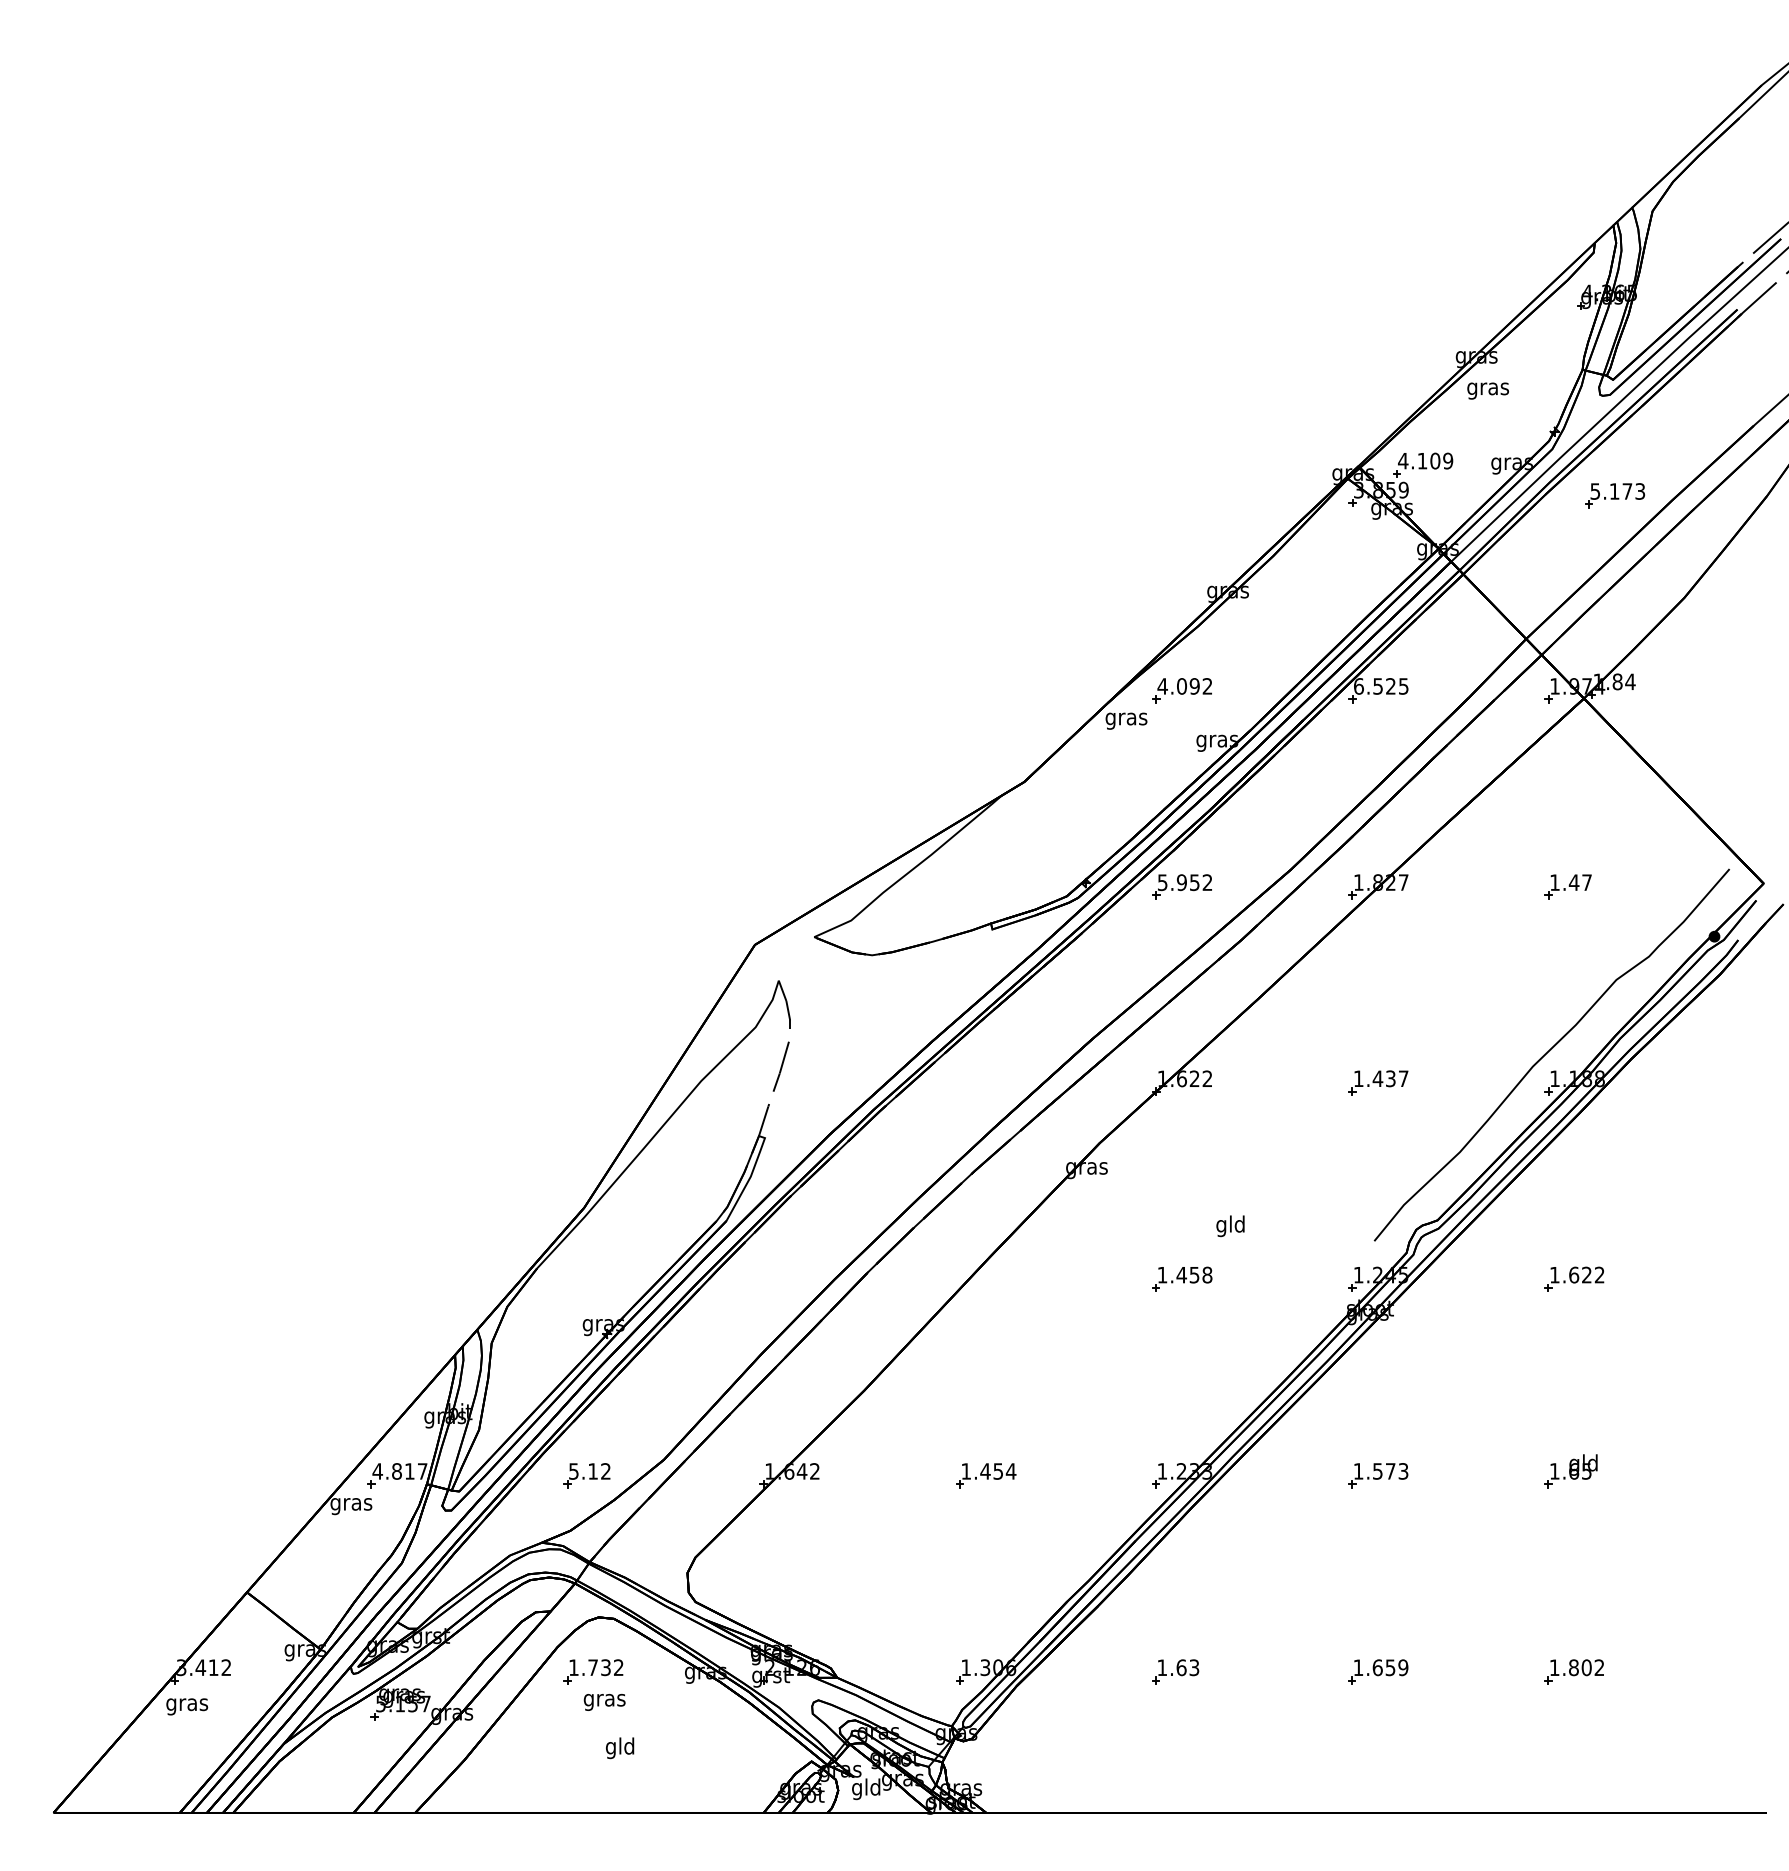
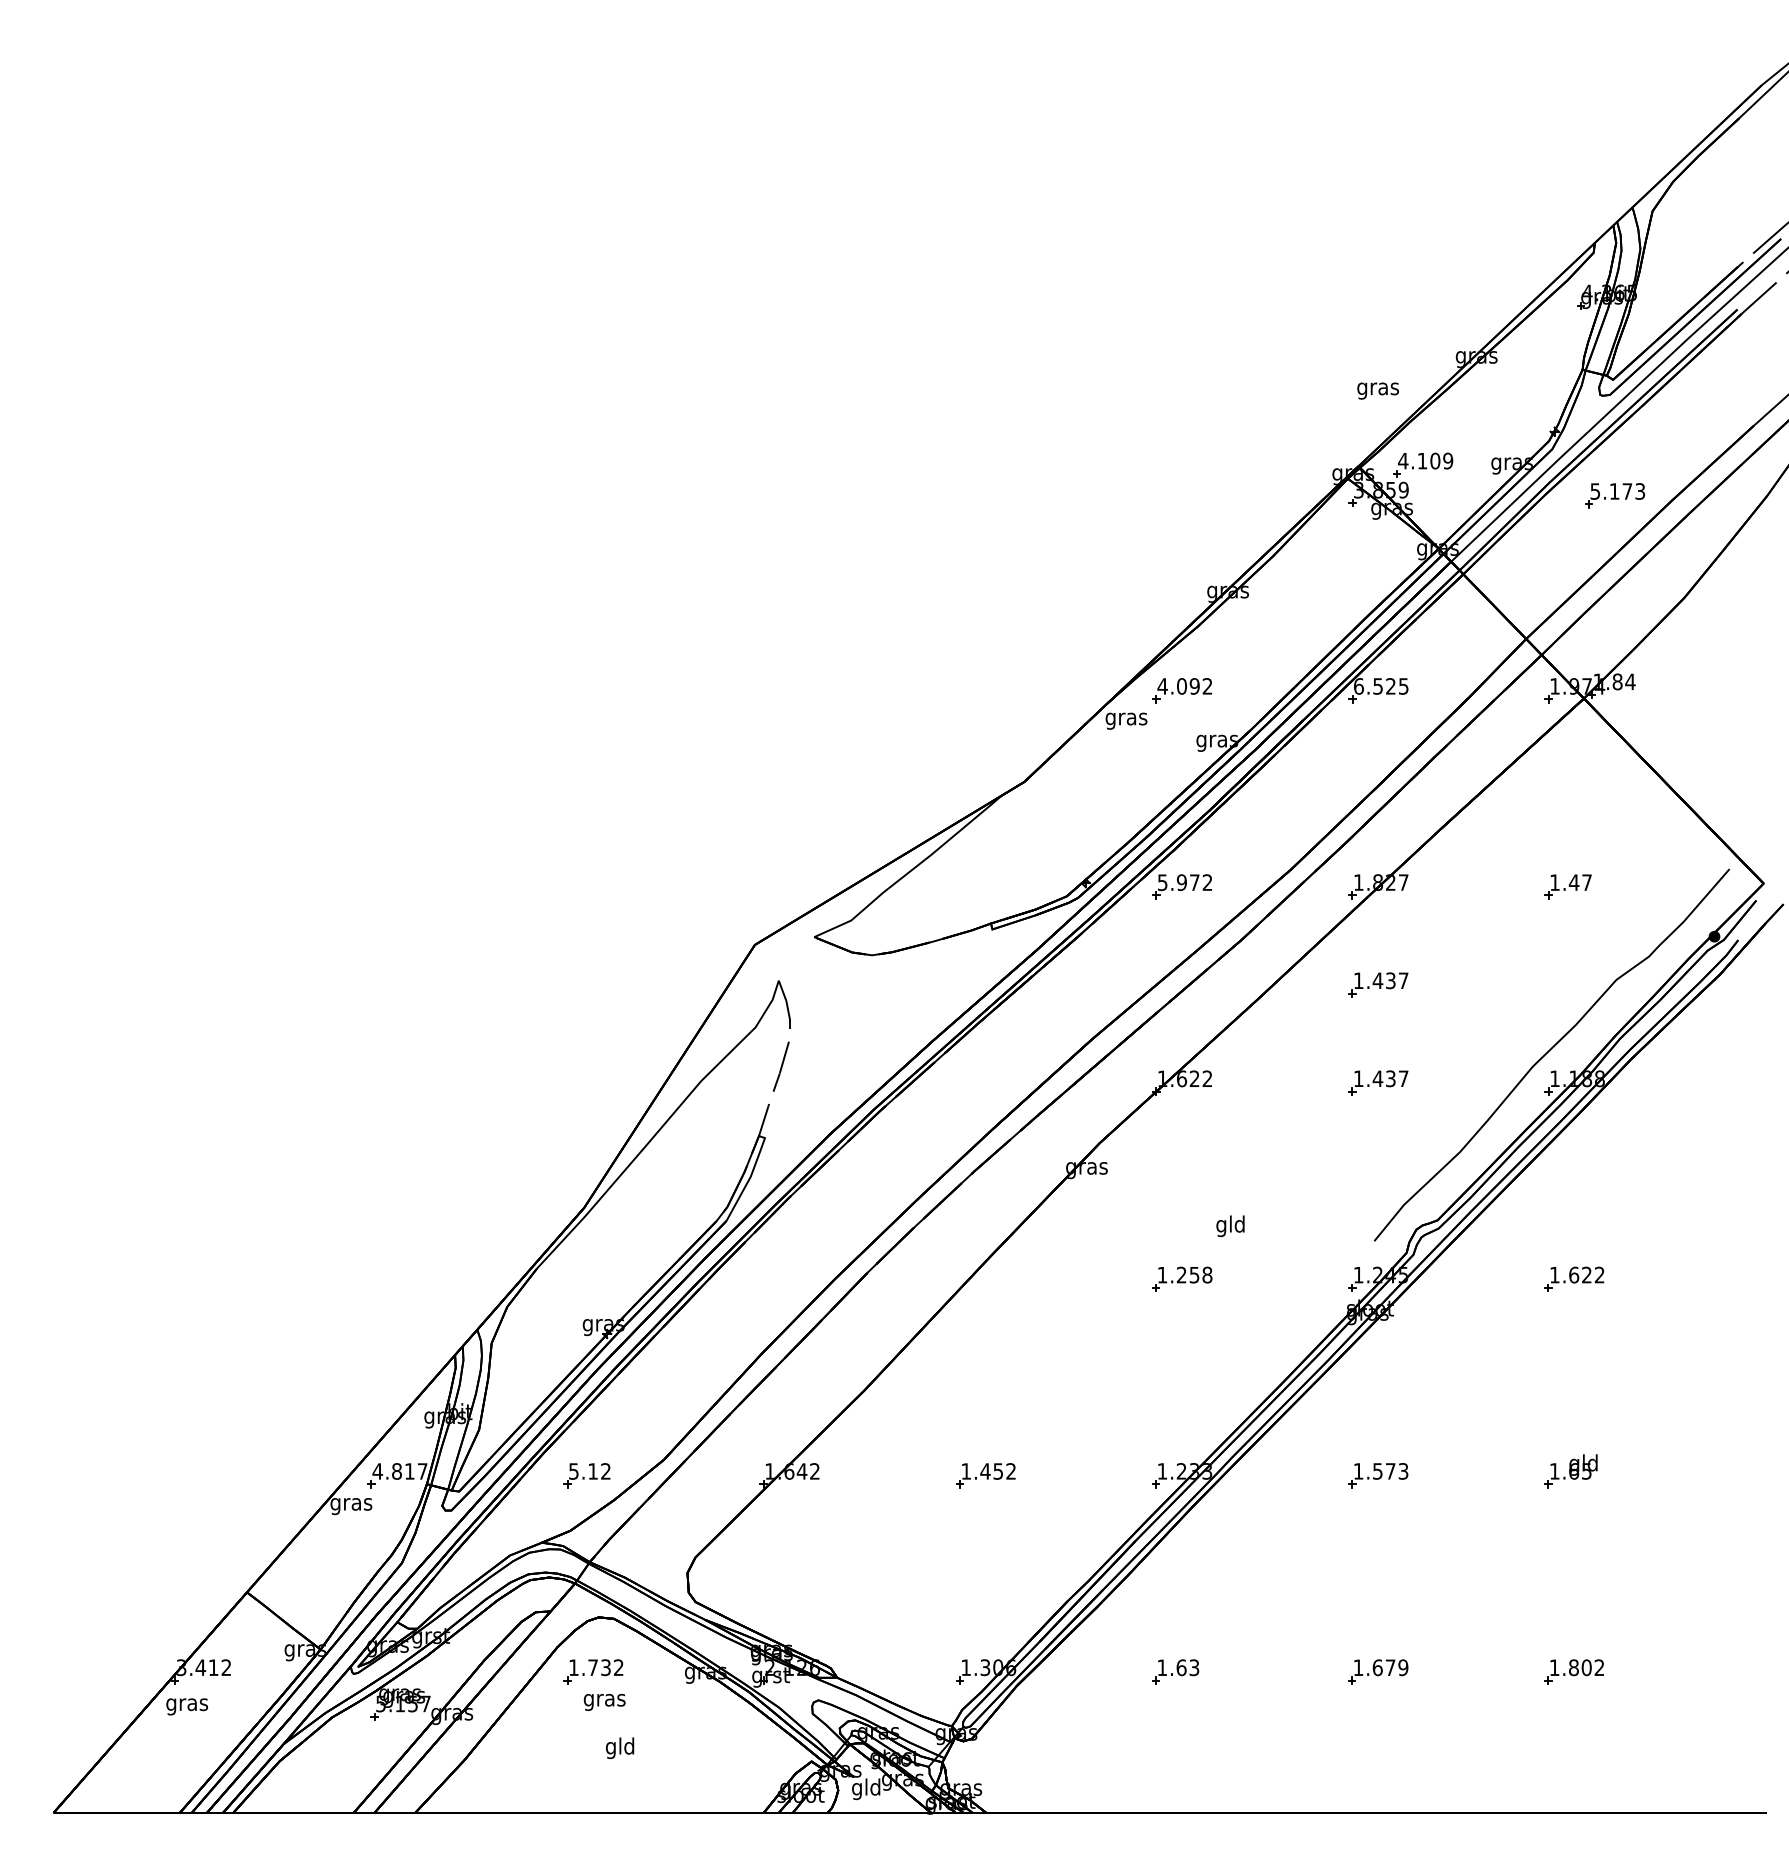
text at (1487, 390) position: (1487, 390) -> (1377, 390)
text at (1194, 882): 5.952 -> 5.972
part at (1378, 984): none -> present
text at (1181, 1274): 1.458 -> 1.258
text at (1010, 1471): 1.454 -> 1.452
text at (1390, 1667): 1.659 -> 1.679
